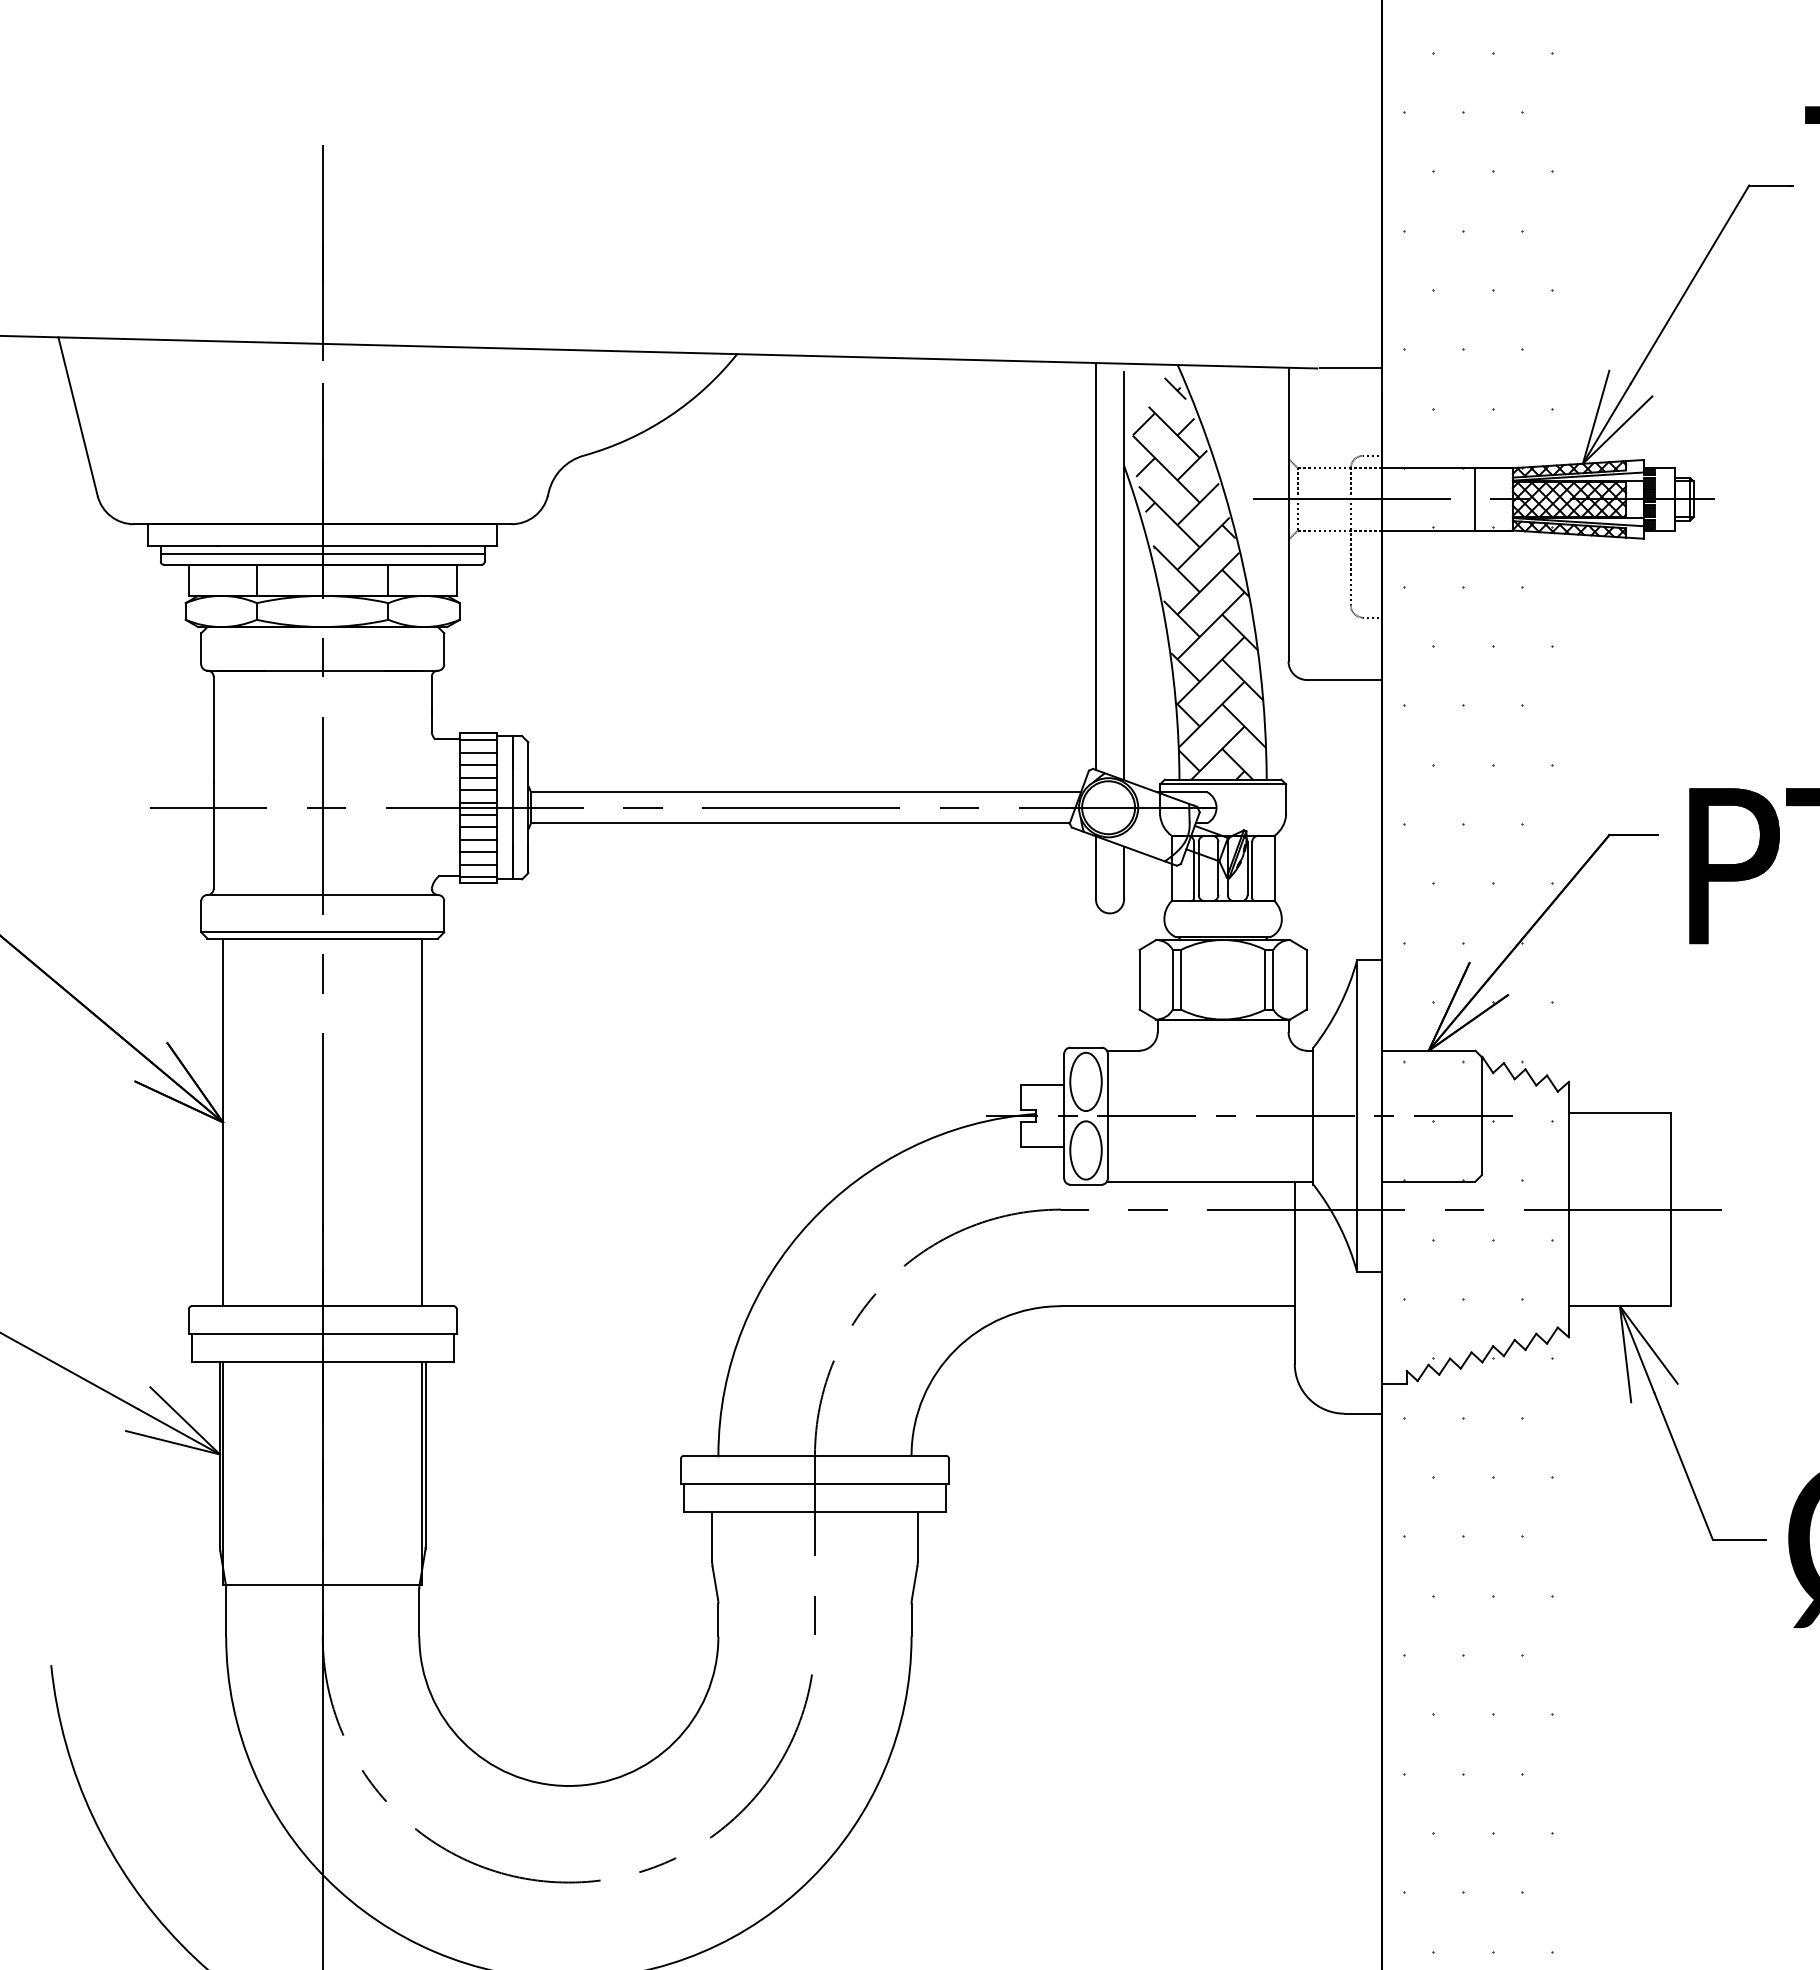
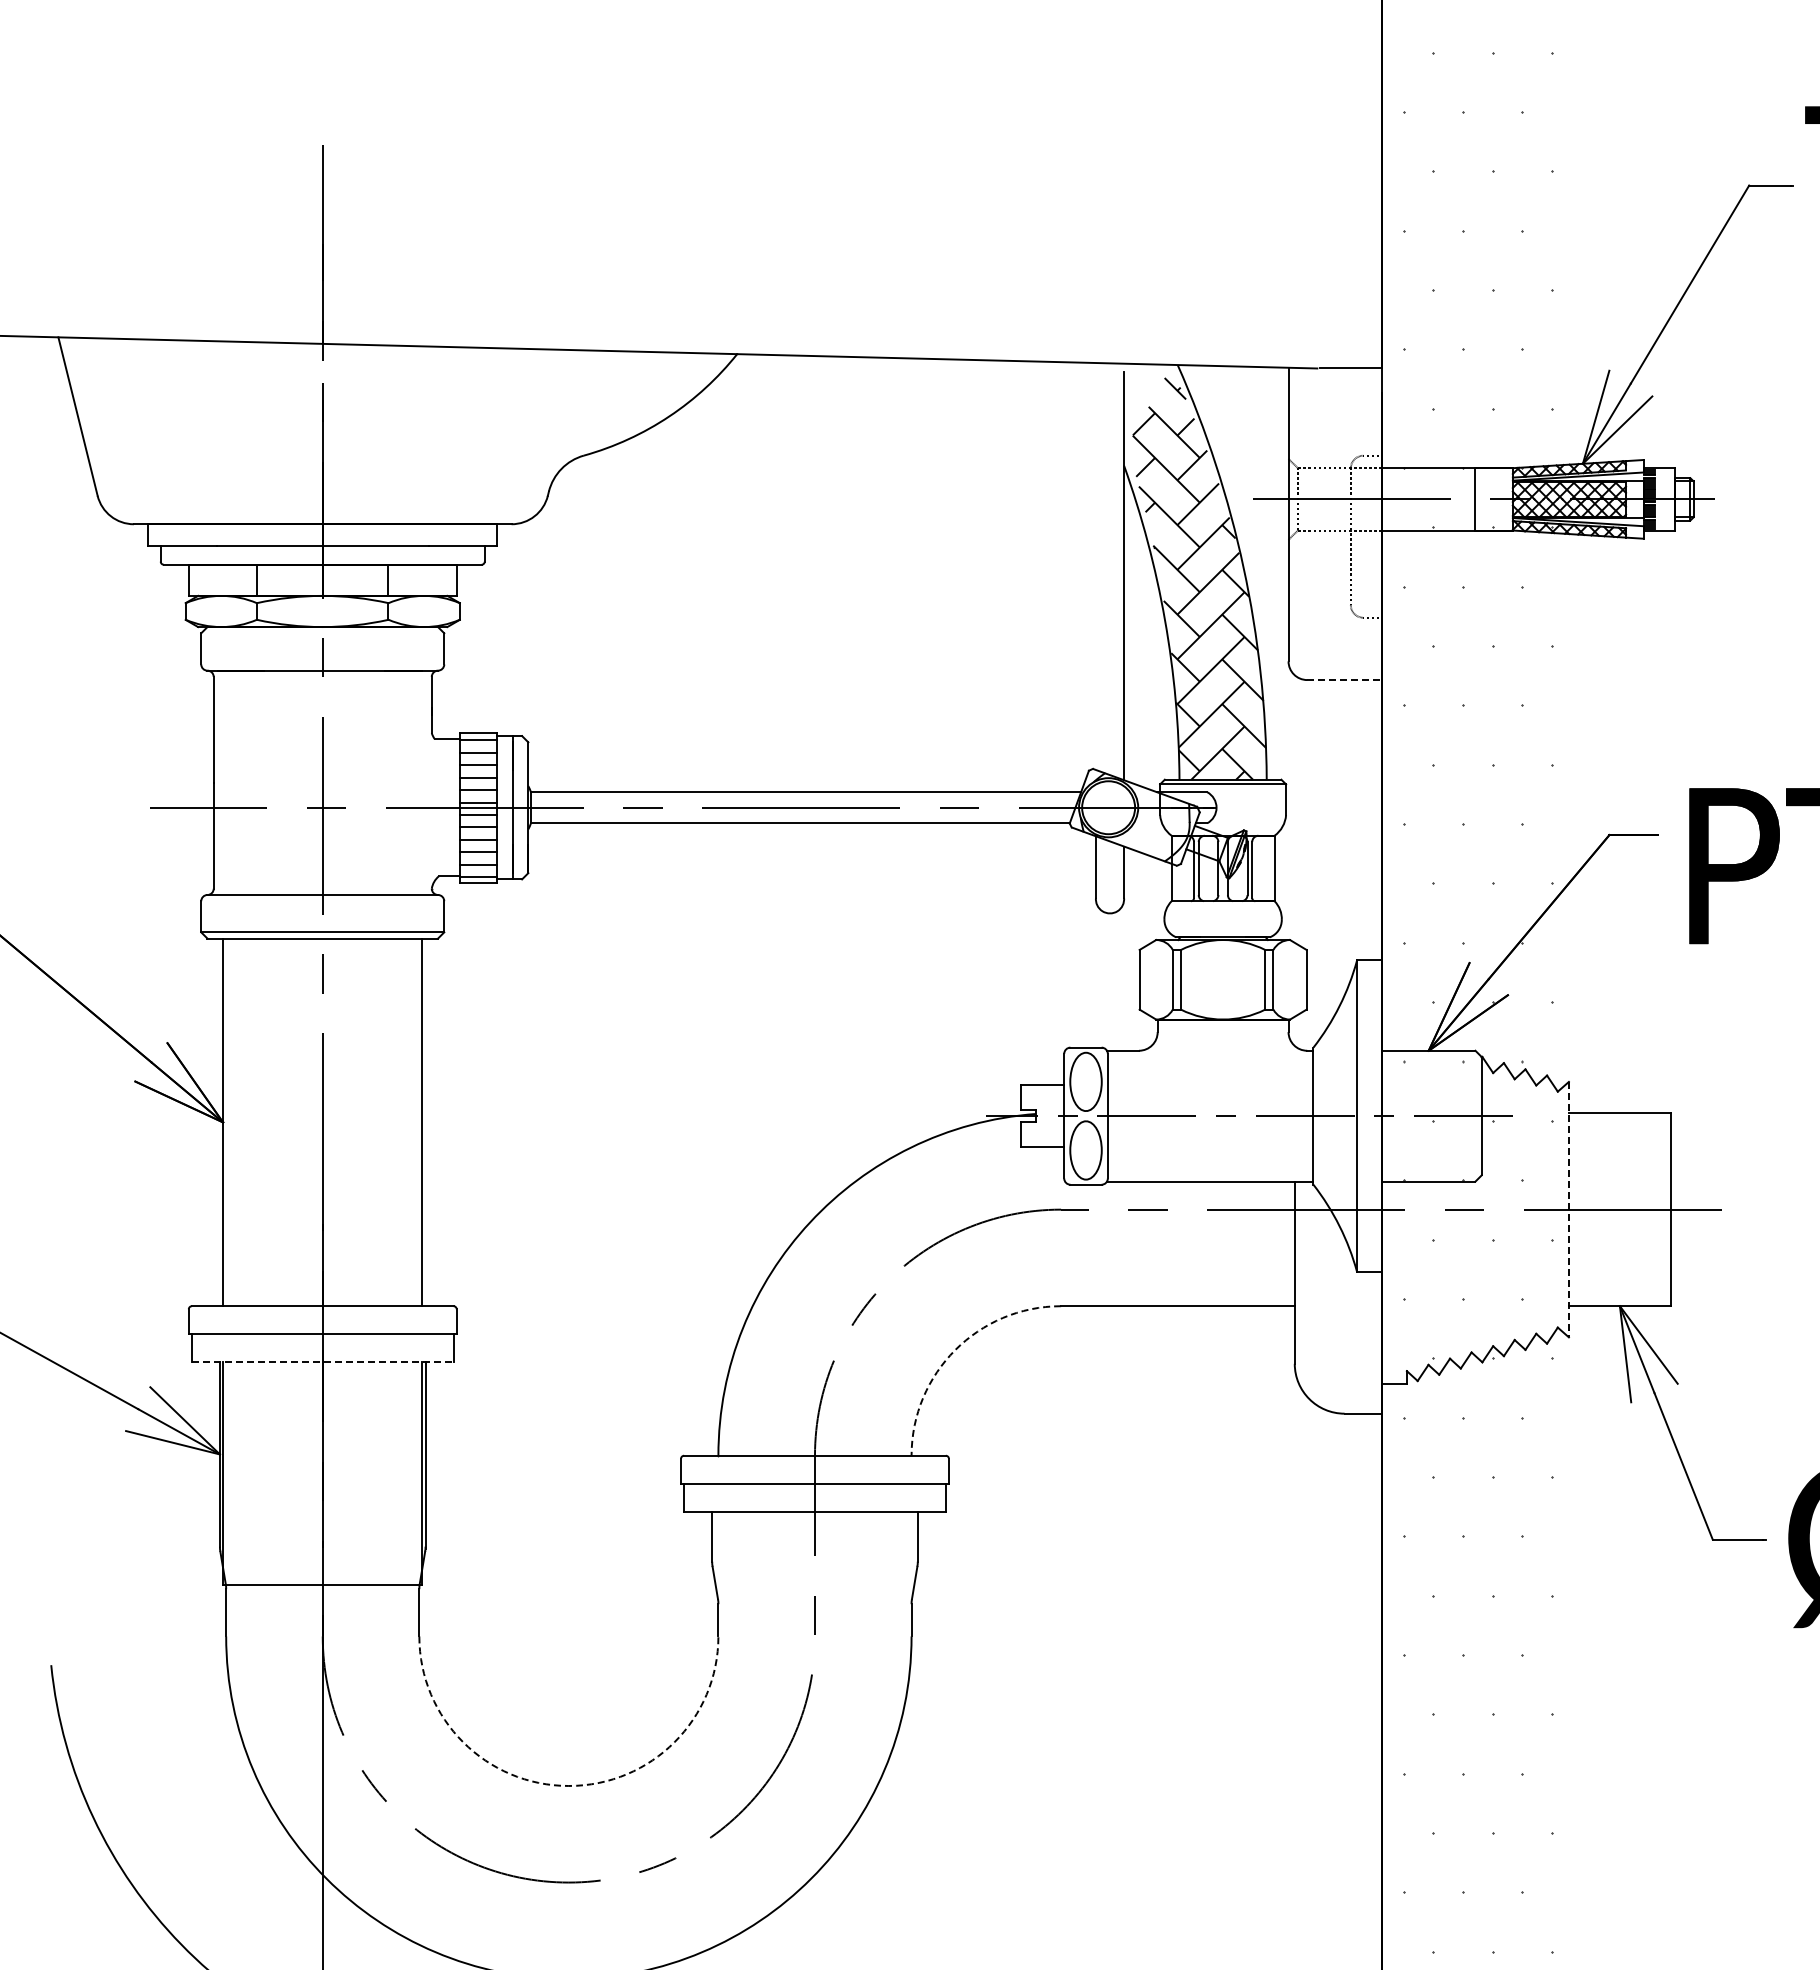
line at (322, 554): present -> none
line at (1096, 566): present -> none
line at (1345, 680): solid -> dashed
line at (1568, 1209): solid -> dashed
arc at (955, 1350): solid -> dashed
line at (322, 1362): solid -> dashed
arc at (568, 1785): solid -> dashed
